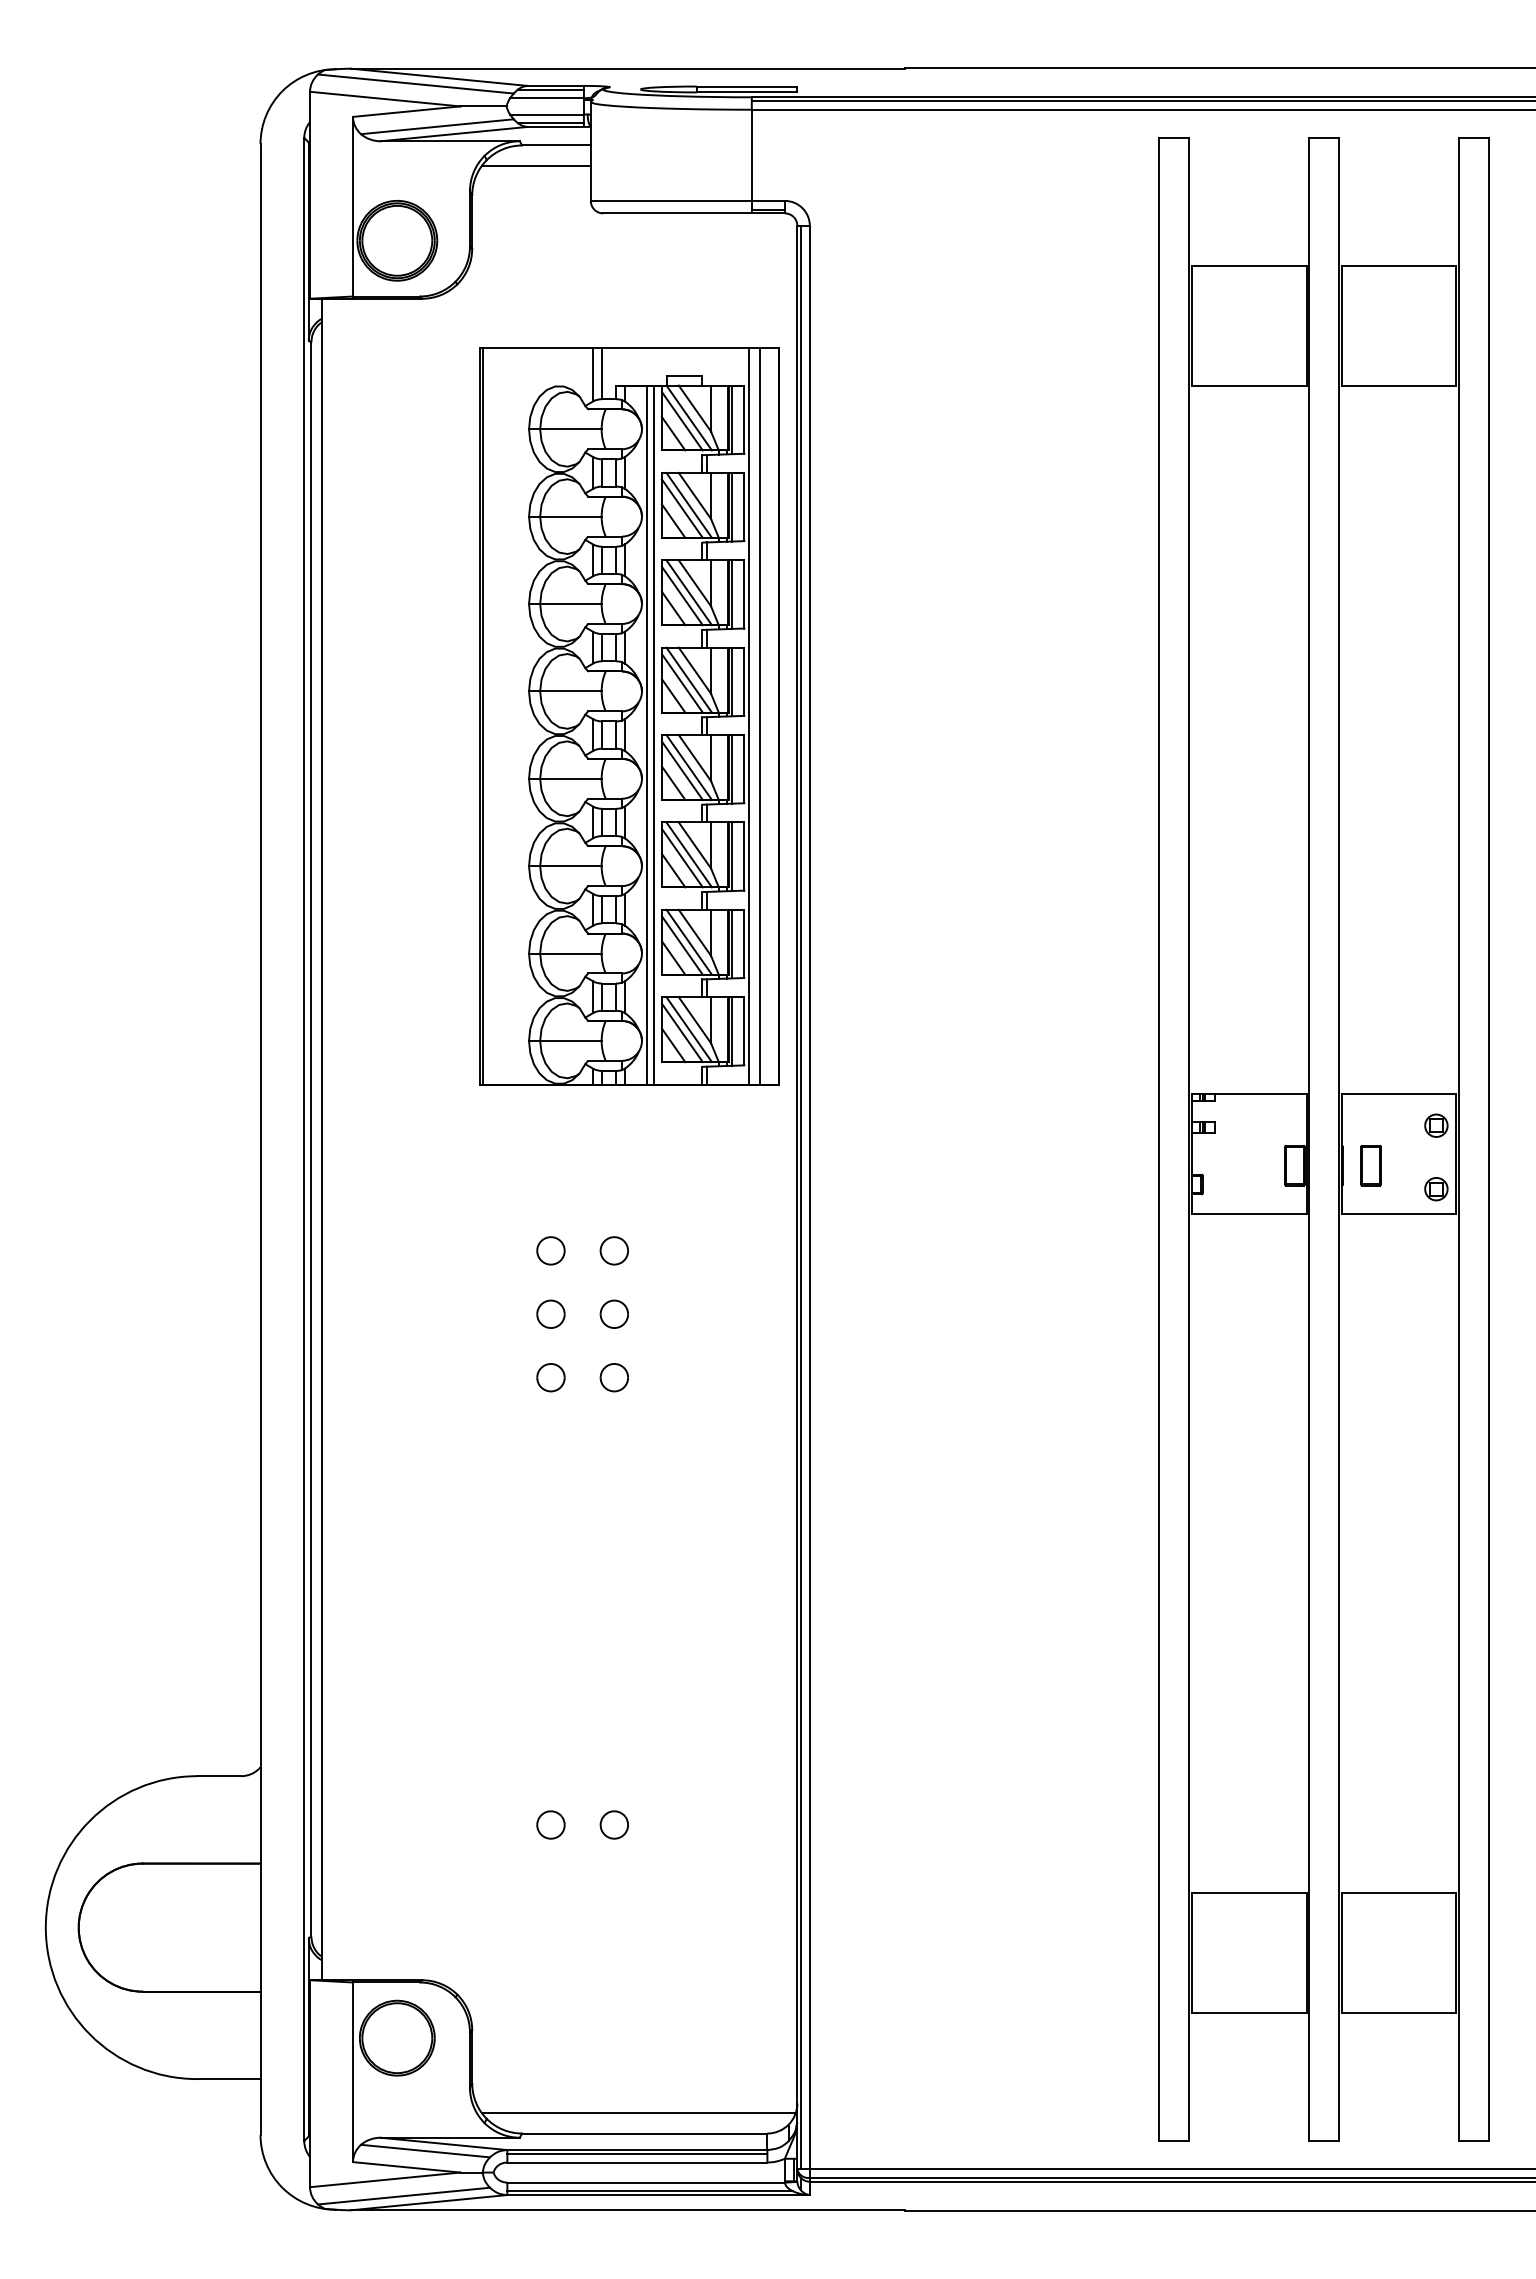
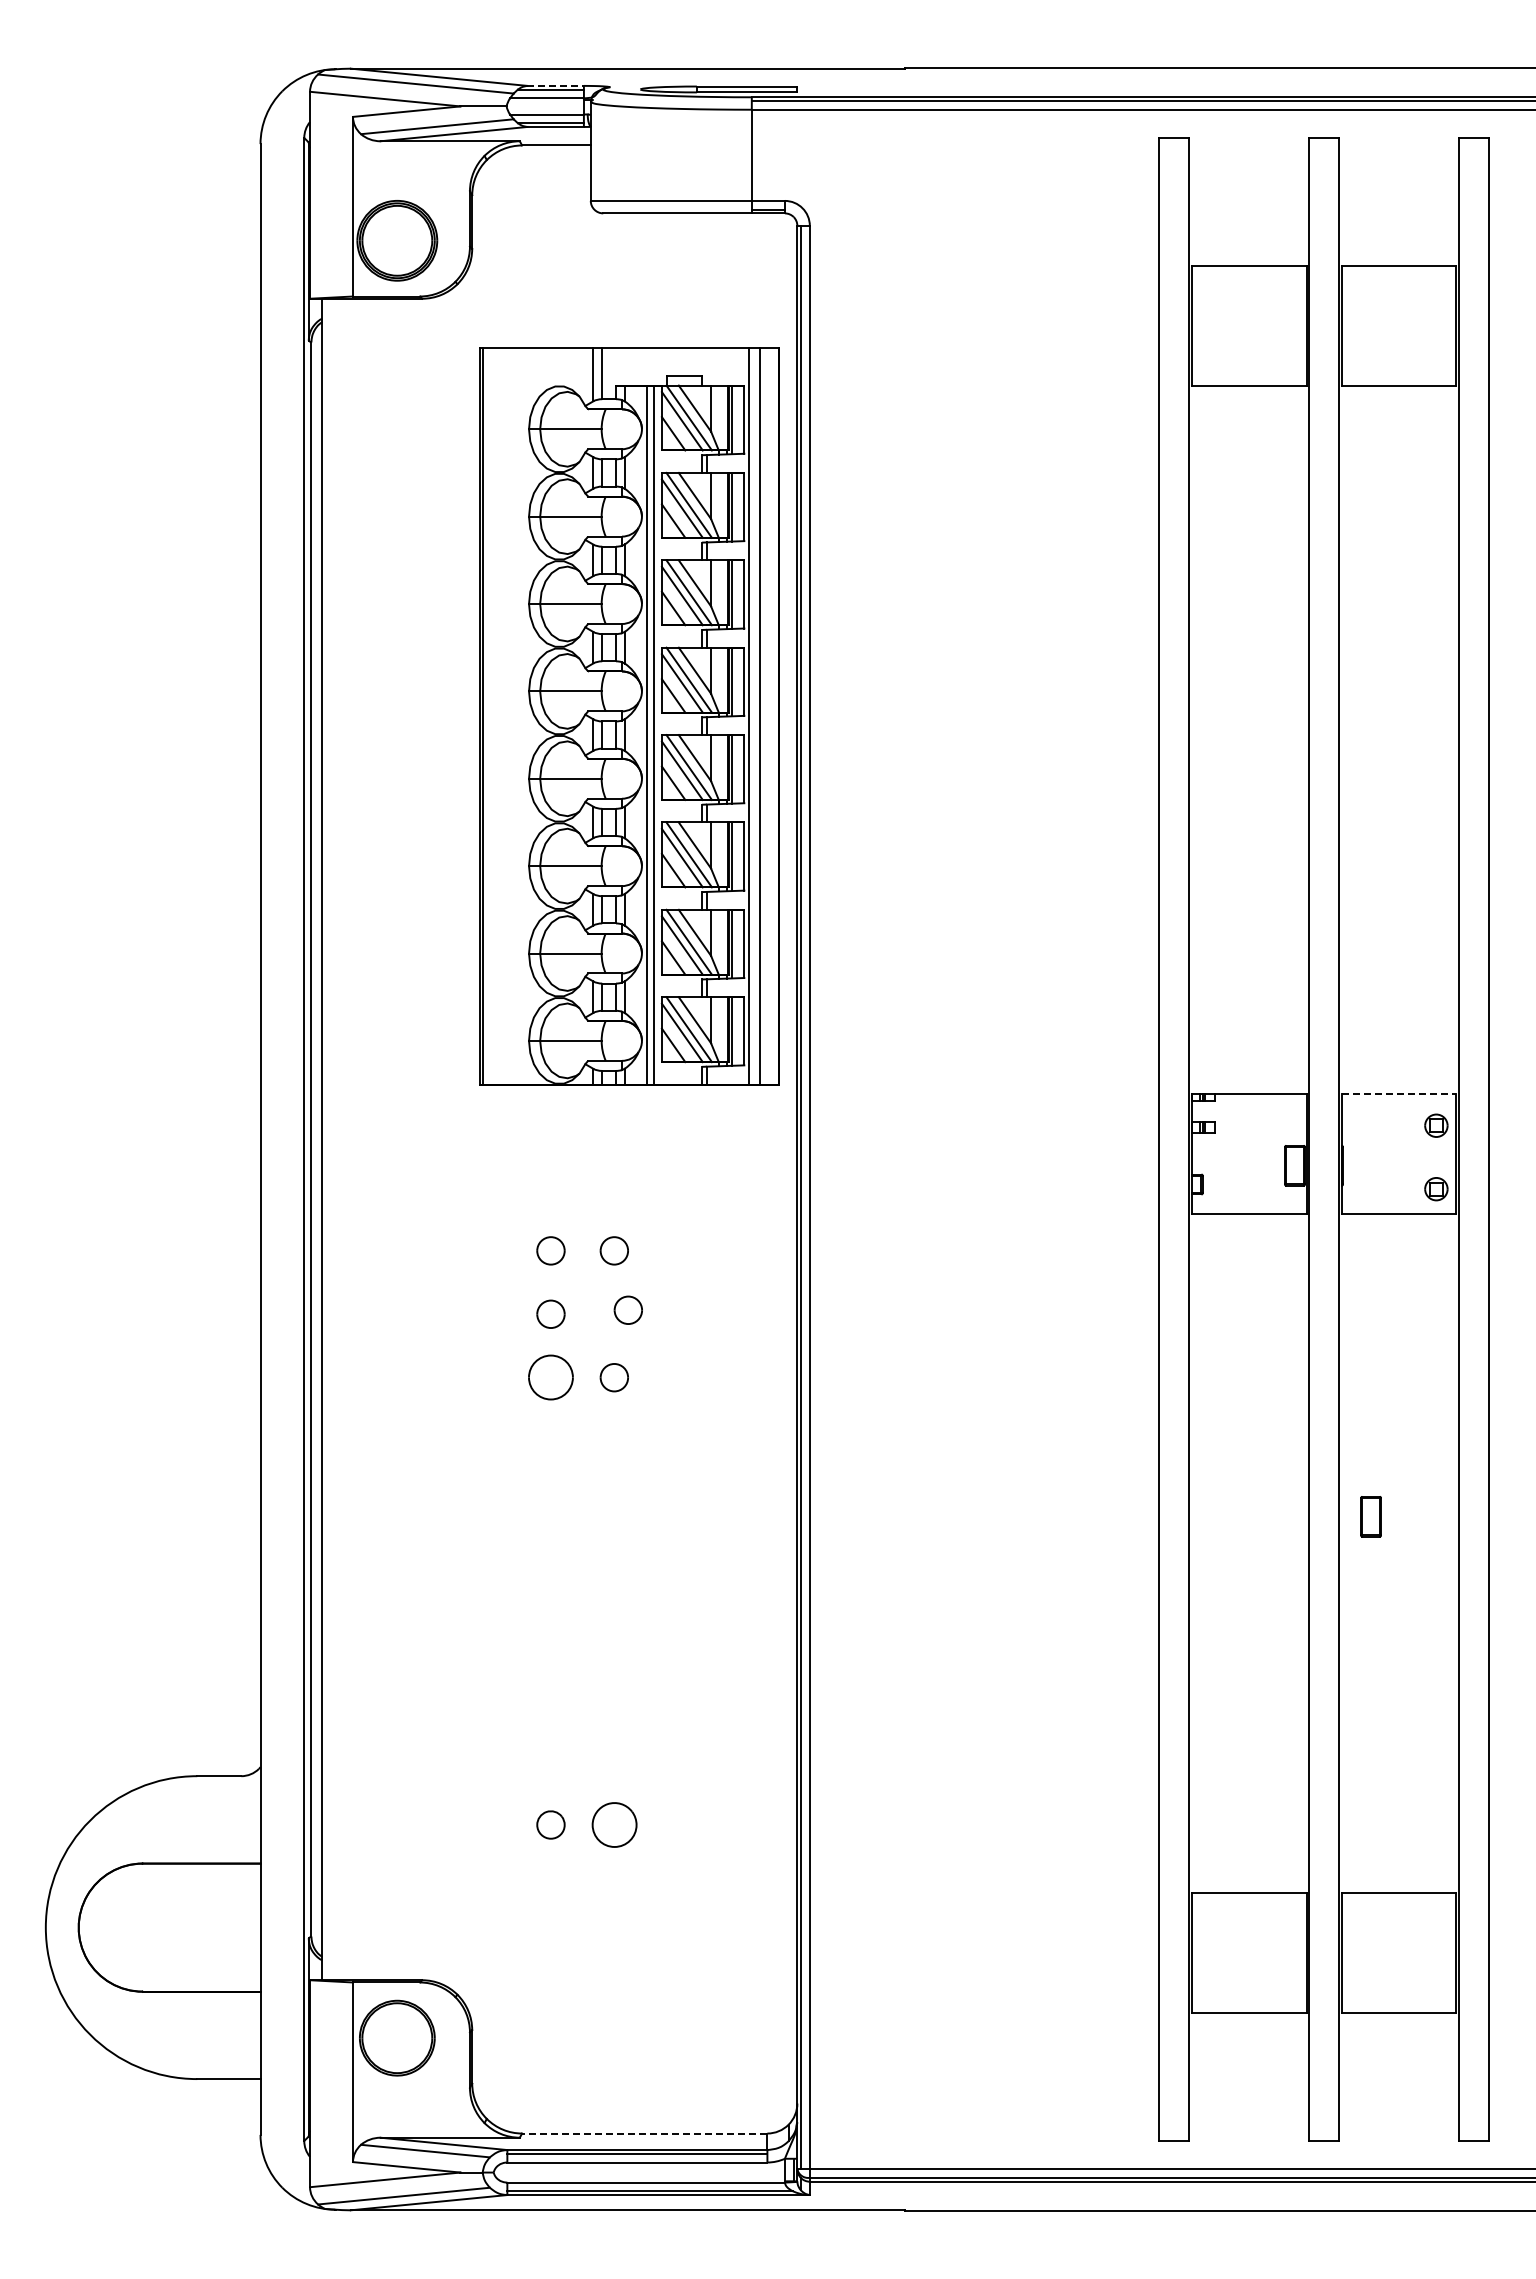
line at (556, 85): solid -> dashed
line at (535, 165): present -> none
line at (1399, 1093): solid -> dashed
part at (1370, 1165) position: (1370, 1165) -> (1370, 1516)
part at (613, 1313) position: (613, 1313) -> (627, 1309)
part at (550, 1377) size: 30x30 px -> 46x47 px
part at (613, 1824) size: 30x30 px -> 47x46 px
line at (638, 2113): present -> none
line at (644, 2133): solid -> dashed
